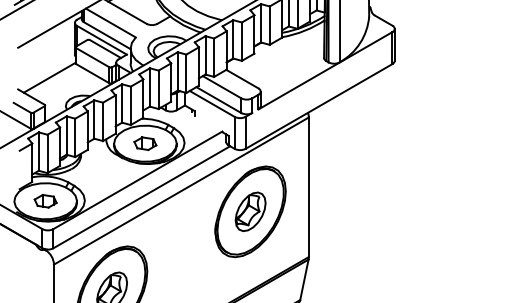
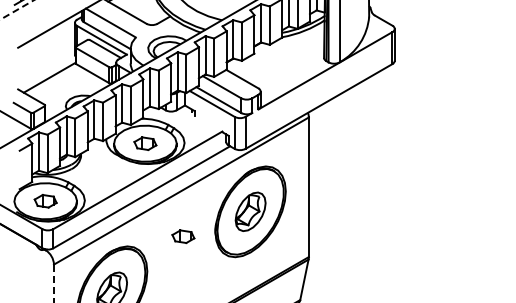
line at (16, 10): solid -> dashed
part at (183, 236): none -> present
line at (54, 283): solid -> dashed
